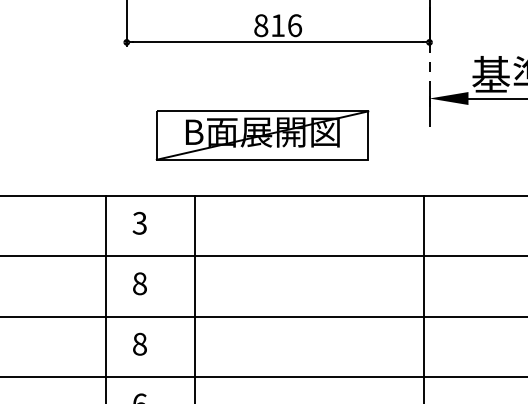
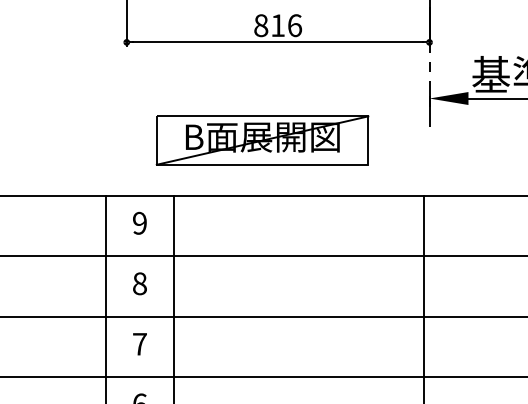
part at (262, 135) position: (262, 135) -> (262, 140)
text at (139, 223): 3 -> 9
line at (194, 298) position: (194, 298) -> (173, 298)
text at (139, 343): 8 -> 7
